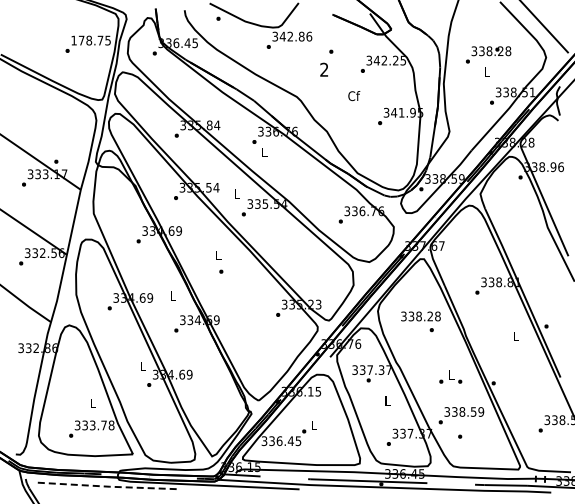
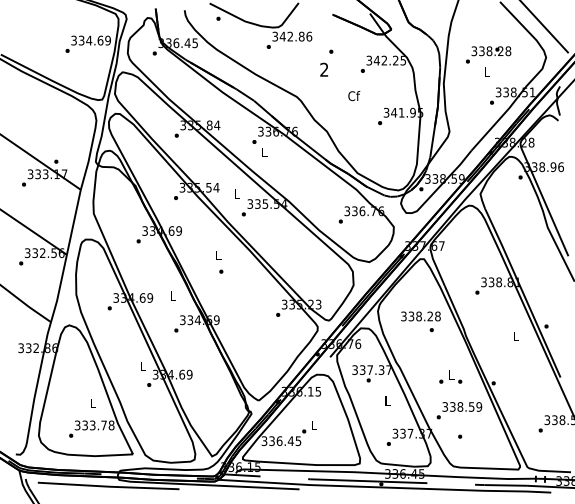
text at (90, 40): 178.75 -> 334.69
text at (461, 415) position: (461, 415) -> (459, 410)
line at (108, 486): dashed -> solid
